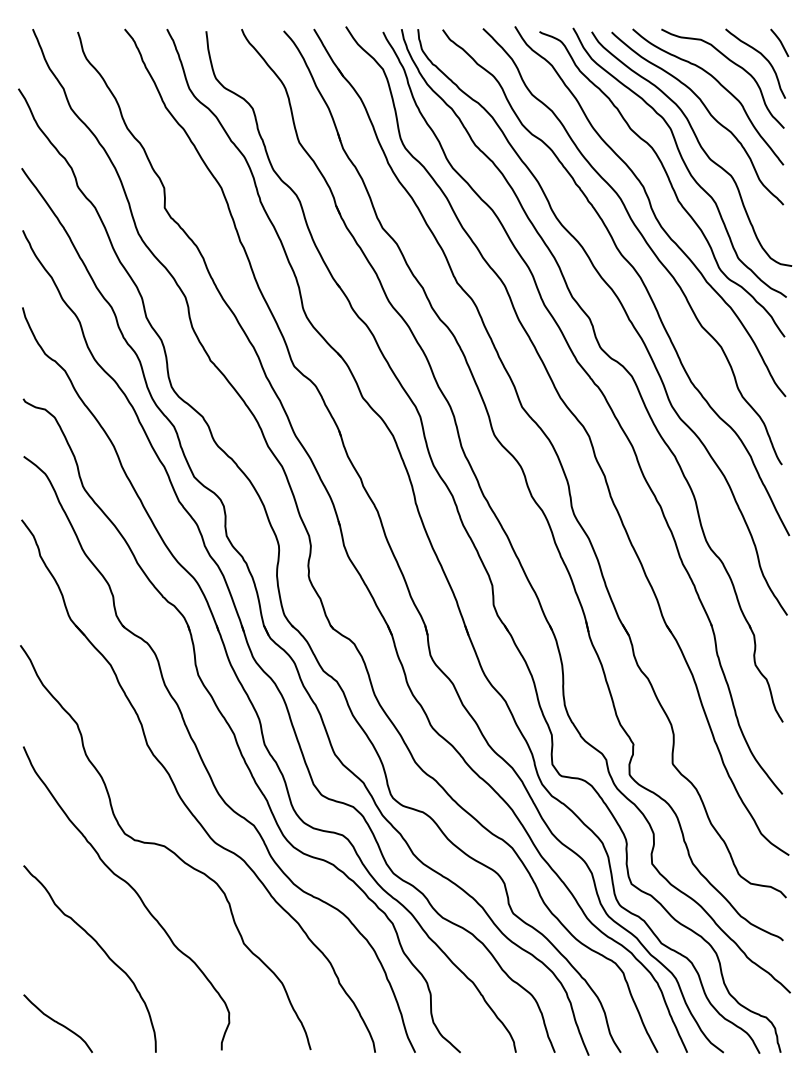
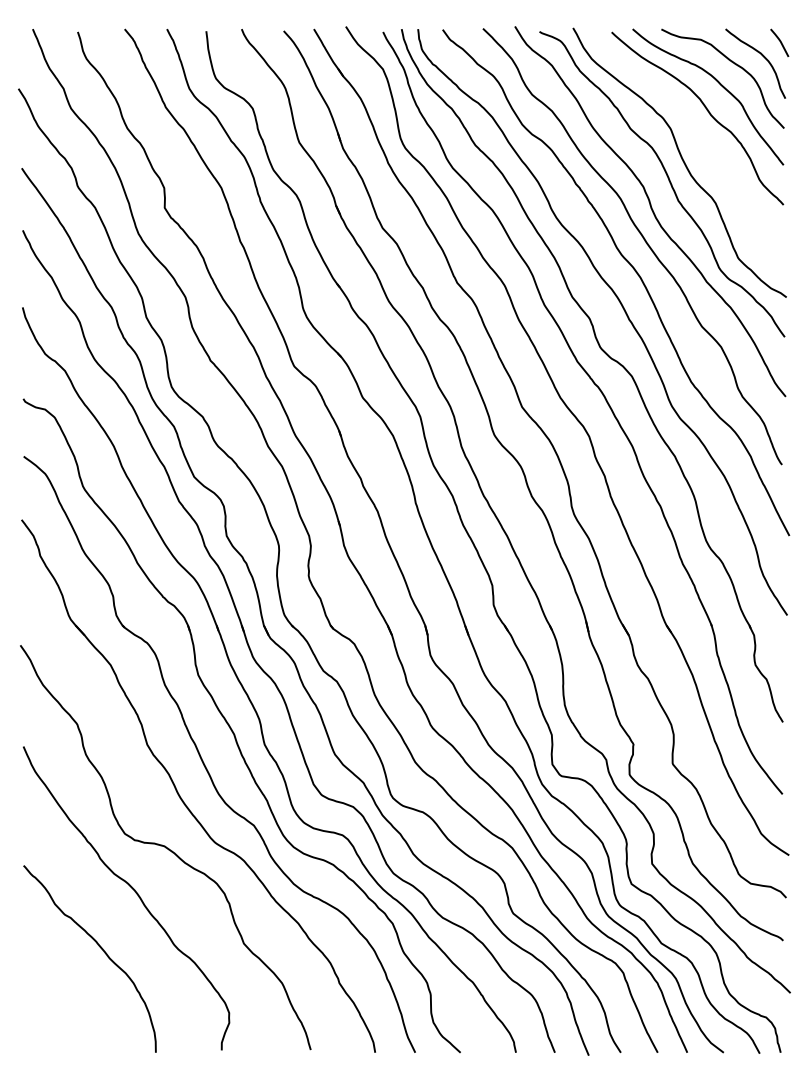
curve at (698, 144): present -> none
curve at (58, 1023): present -> none
